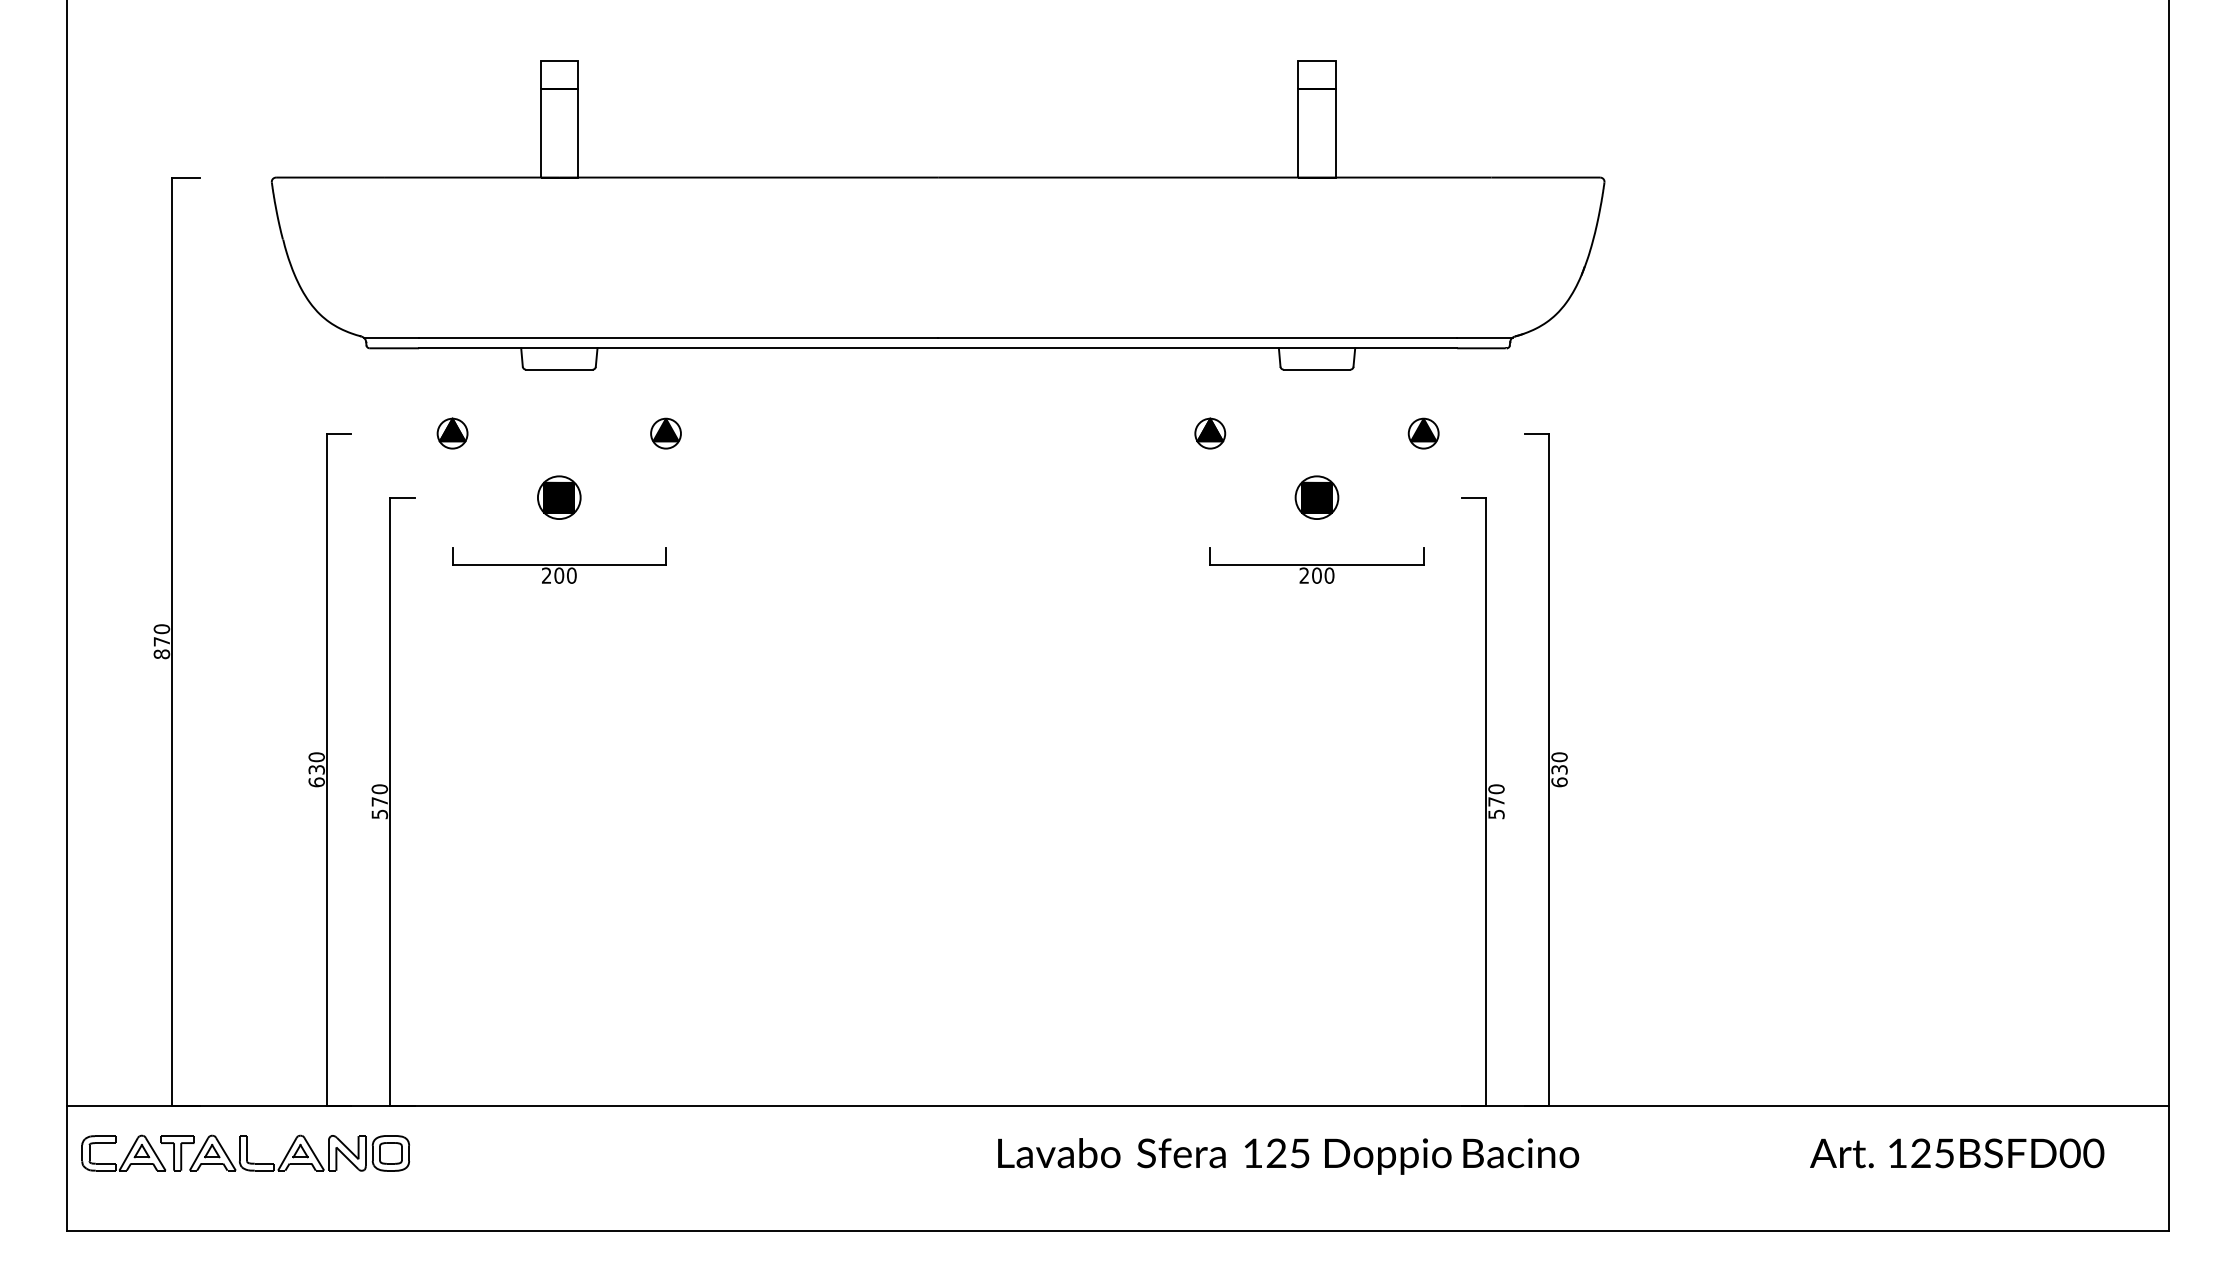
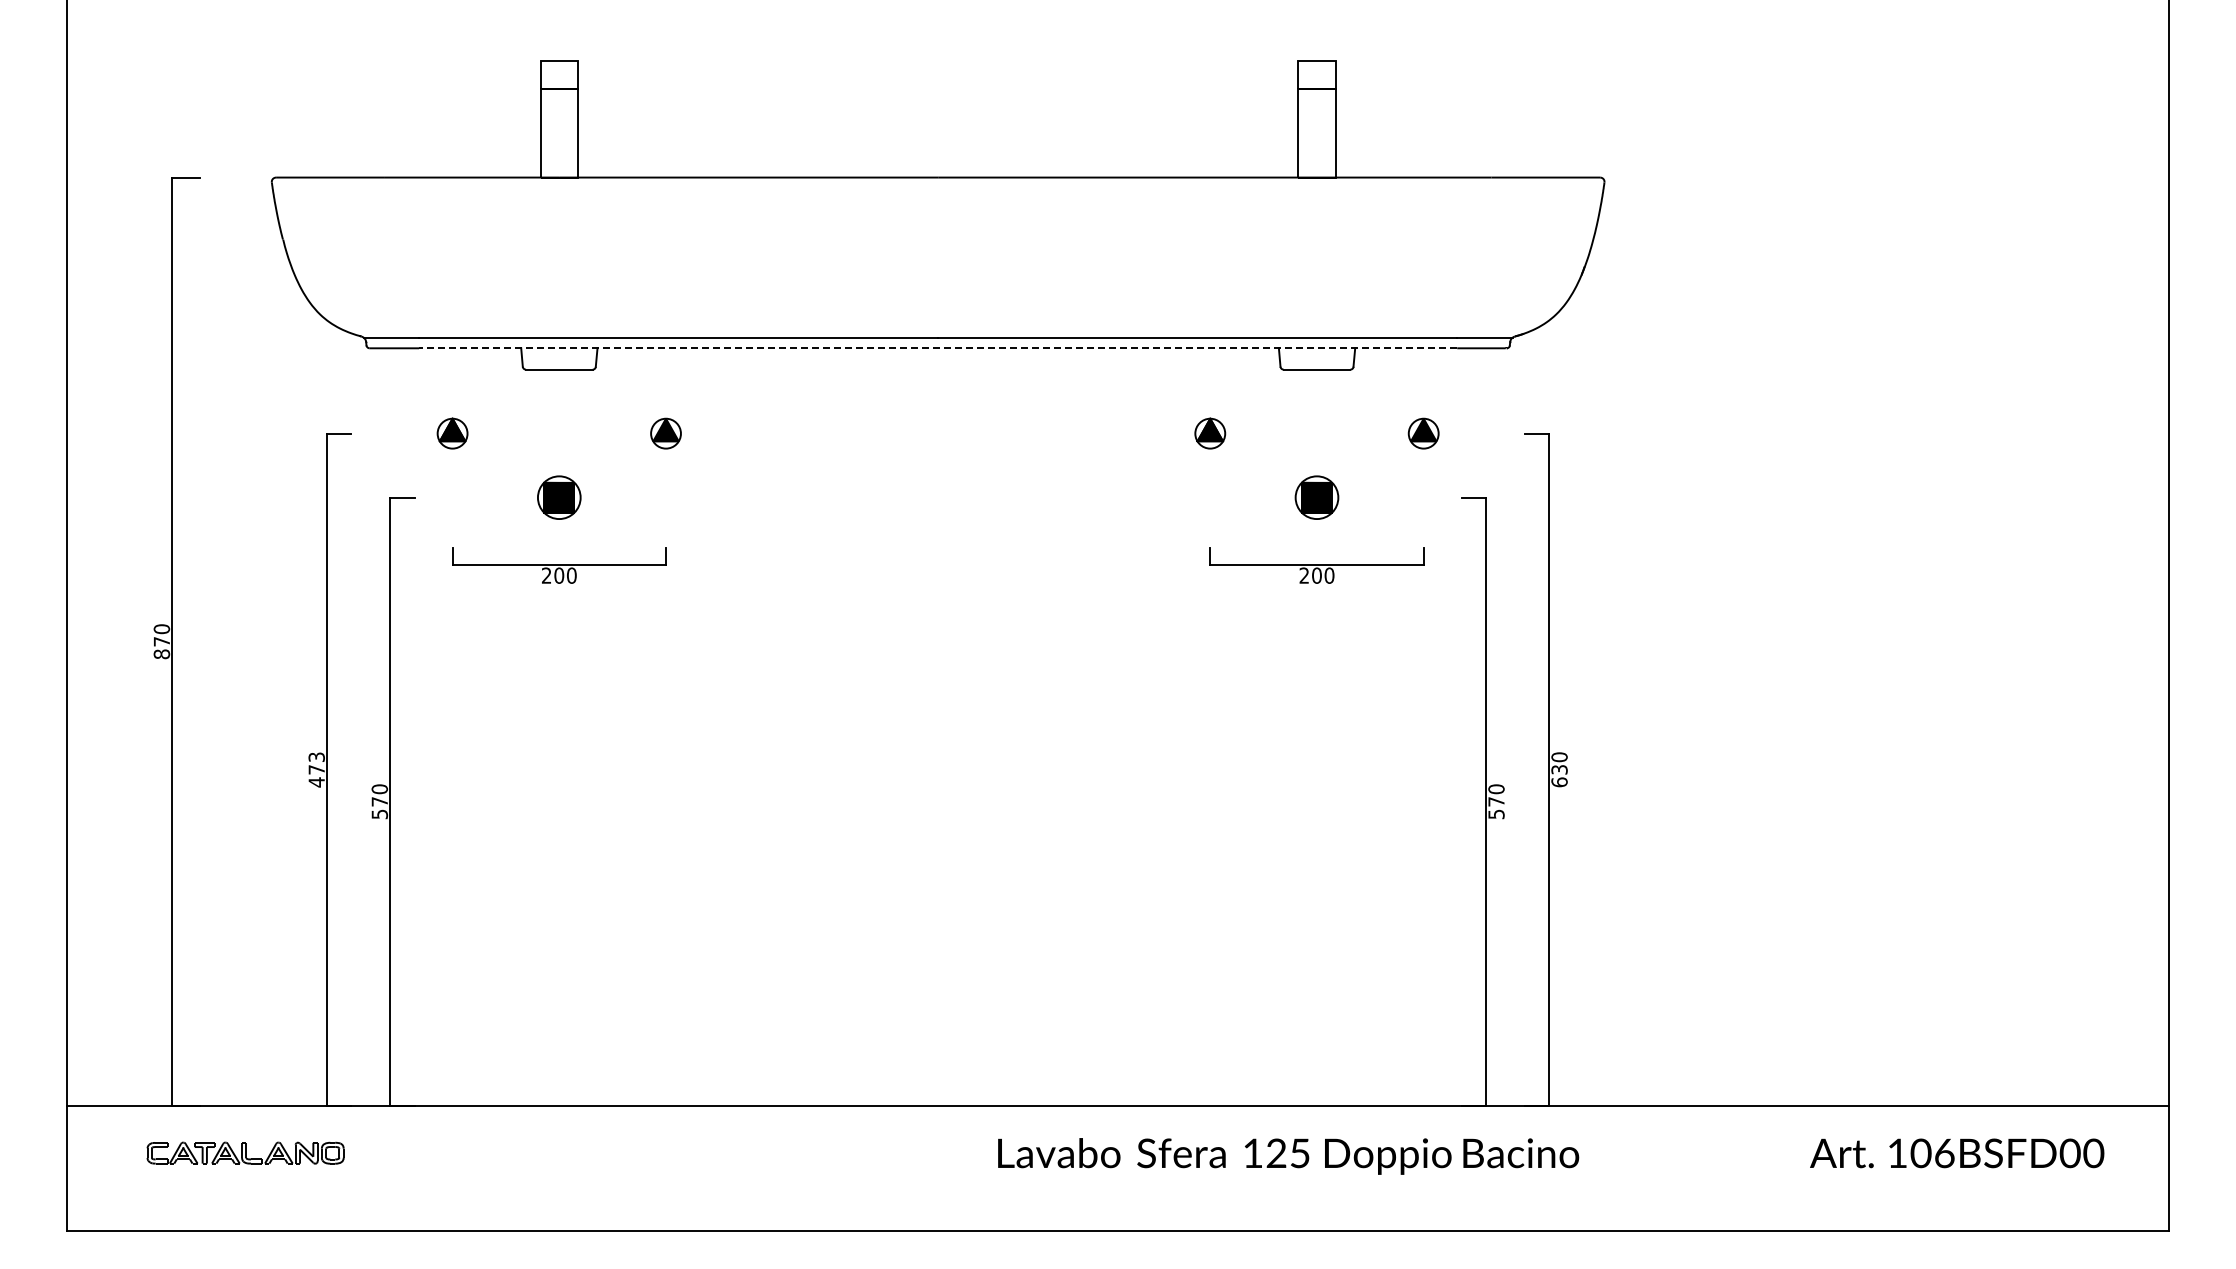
line at (937, 348): solid -> dashed
text at (316, 769): 630 -> 473
part at (245, 1152) size: 329x38 px -> 199x24 px
text at (1932, 1153): 125BSFD00 -> 106BSFD00
